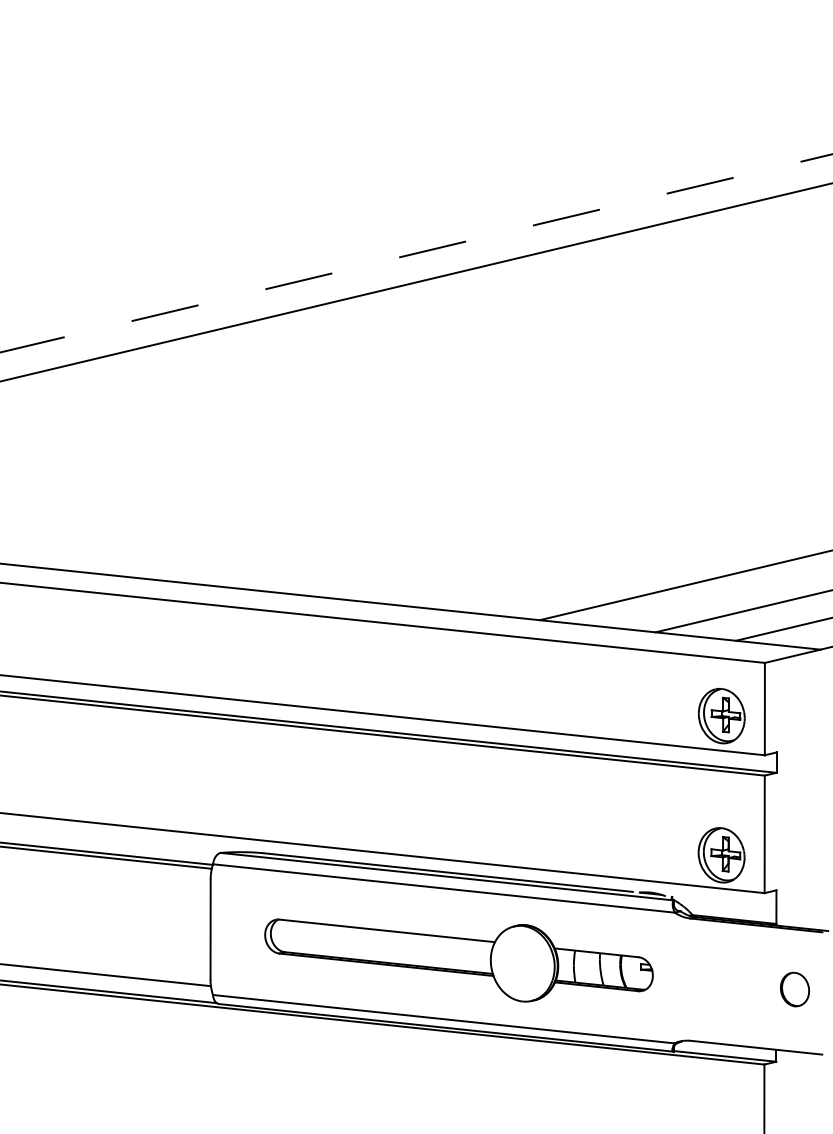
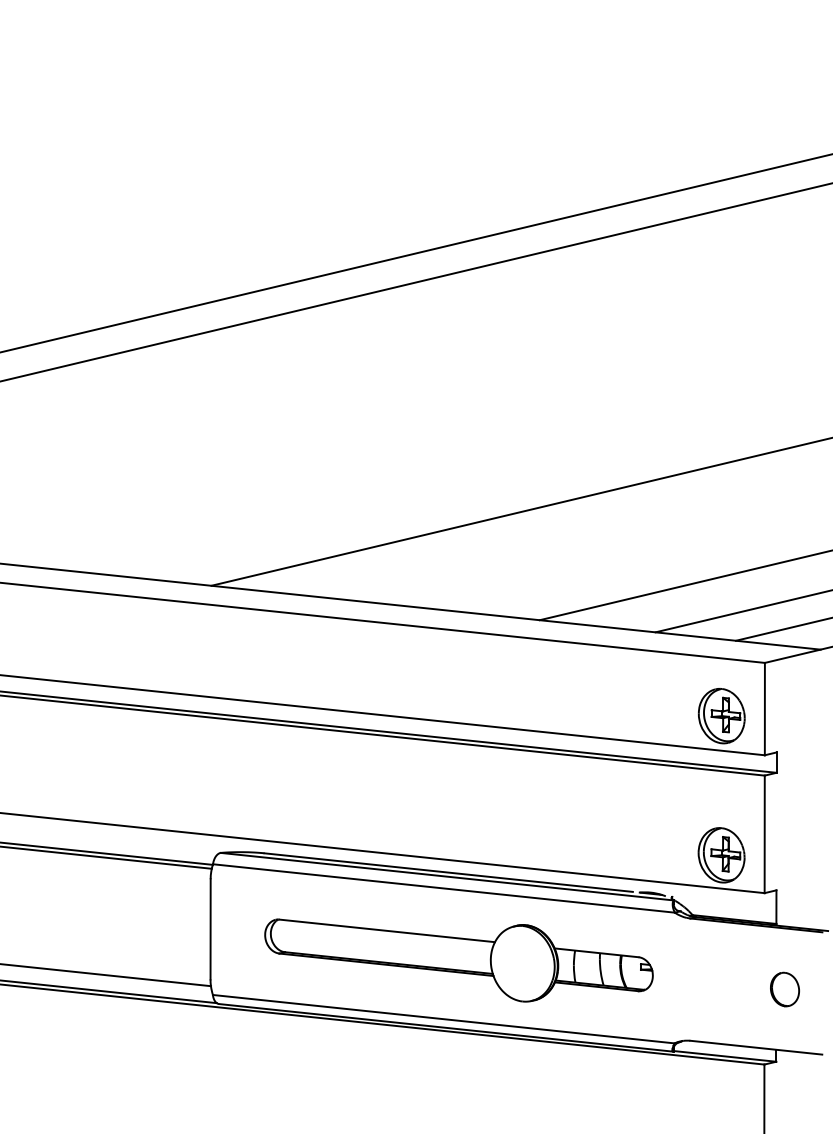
line at (417, 253): dashed -> solid
line at (520, 511): none -> present
part at (794, 989) position: (794, 989) -> (784, 989)
